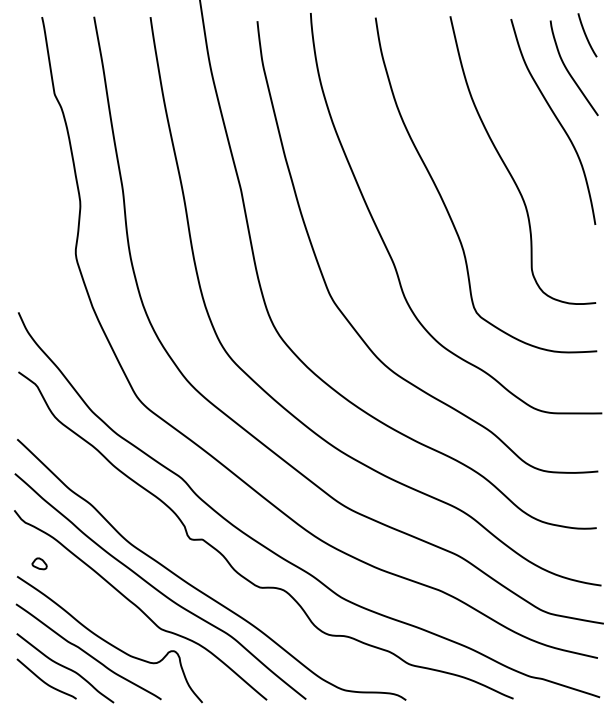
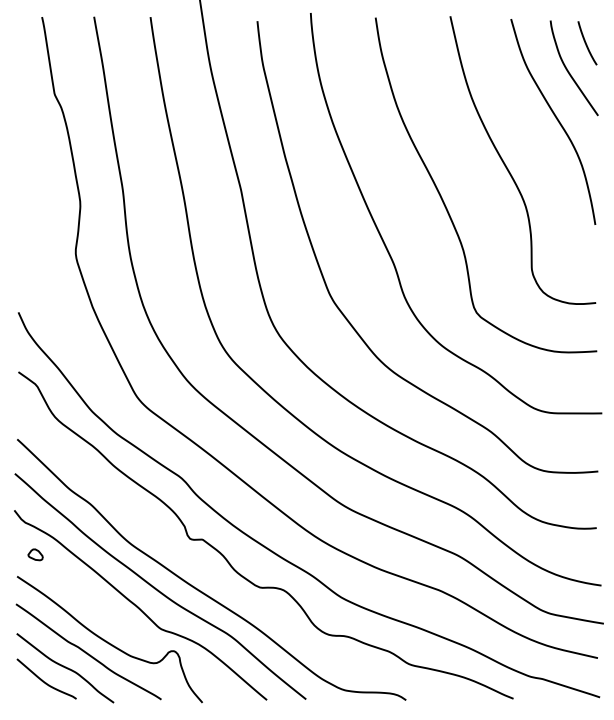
curve at (586, 35) position: (586, 35) -> (586, 43)
part at (39, 563) position: (39, 563) -> (35, 554)
